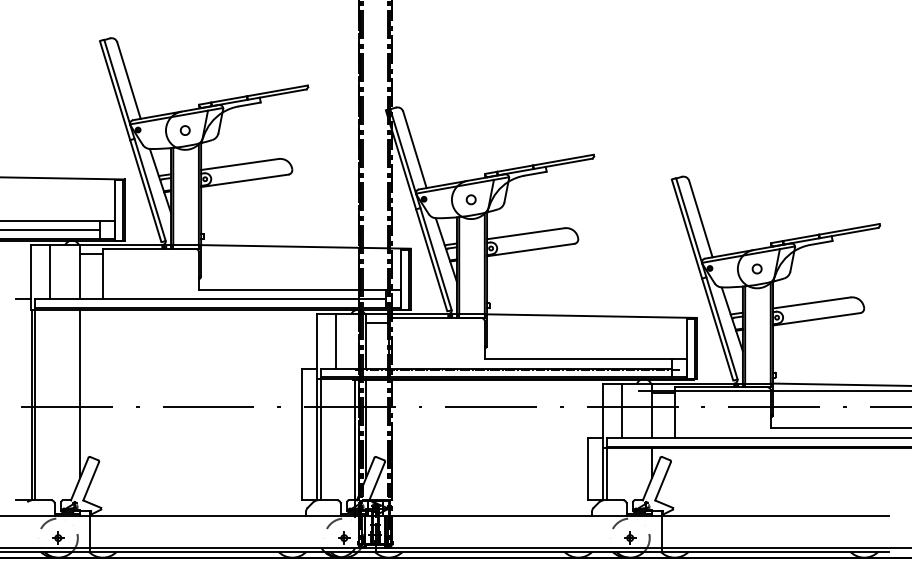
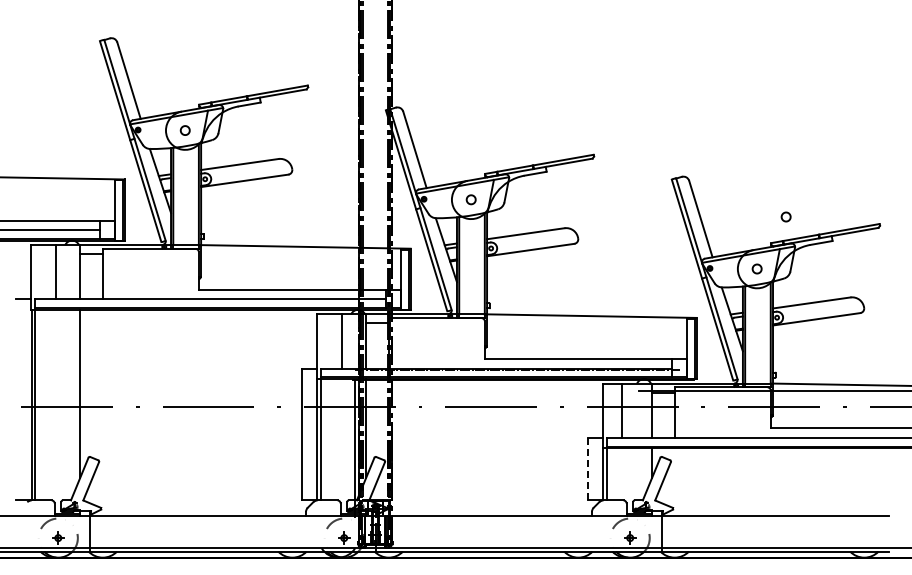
part at (785, 216): none -> present
line at (50, 272) position: (50, 272) -> (56, 272)
line at (336, 341) position: (336, 341) -> (342, 341)
line at (588, 468): solid -> dashed
